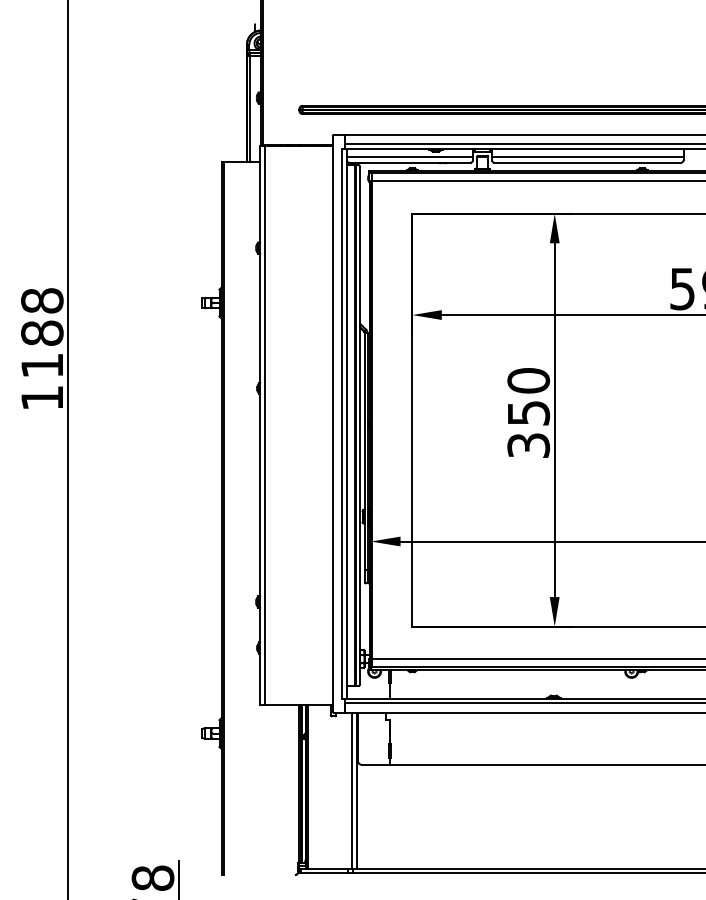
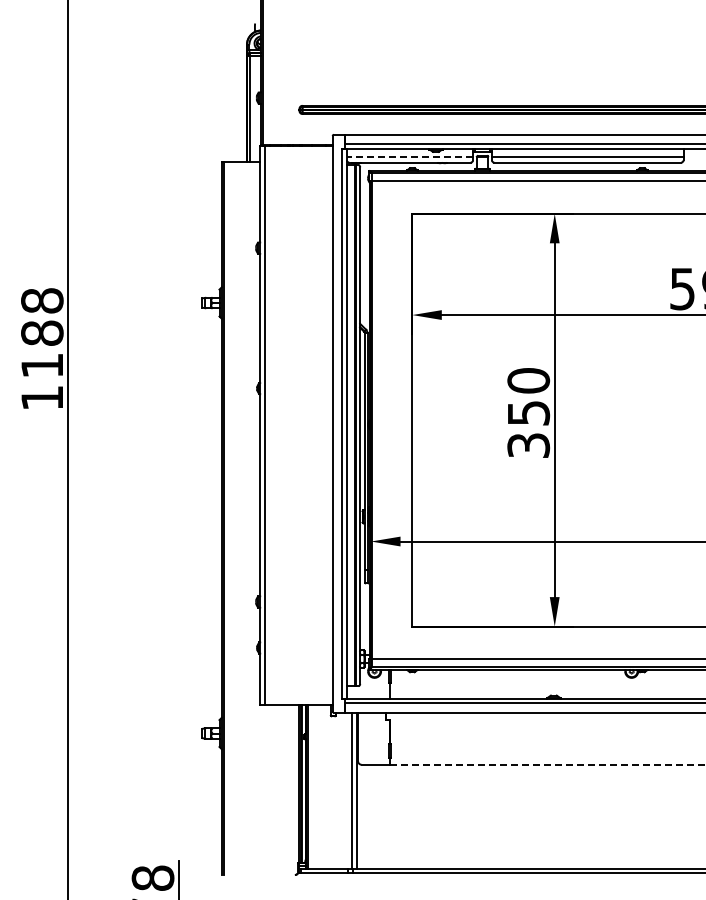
line at (409, 156): solid -> dashed
line at (547, 764): solid -> dashed
